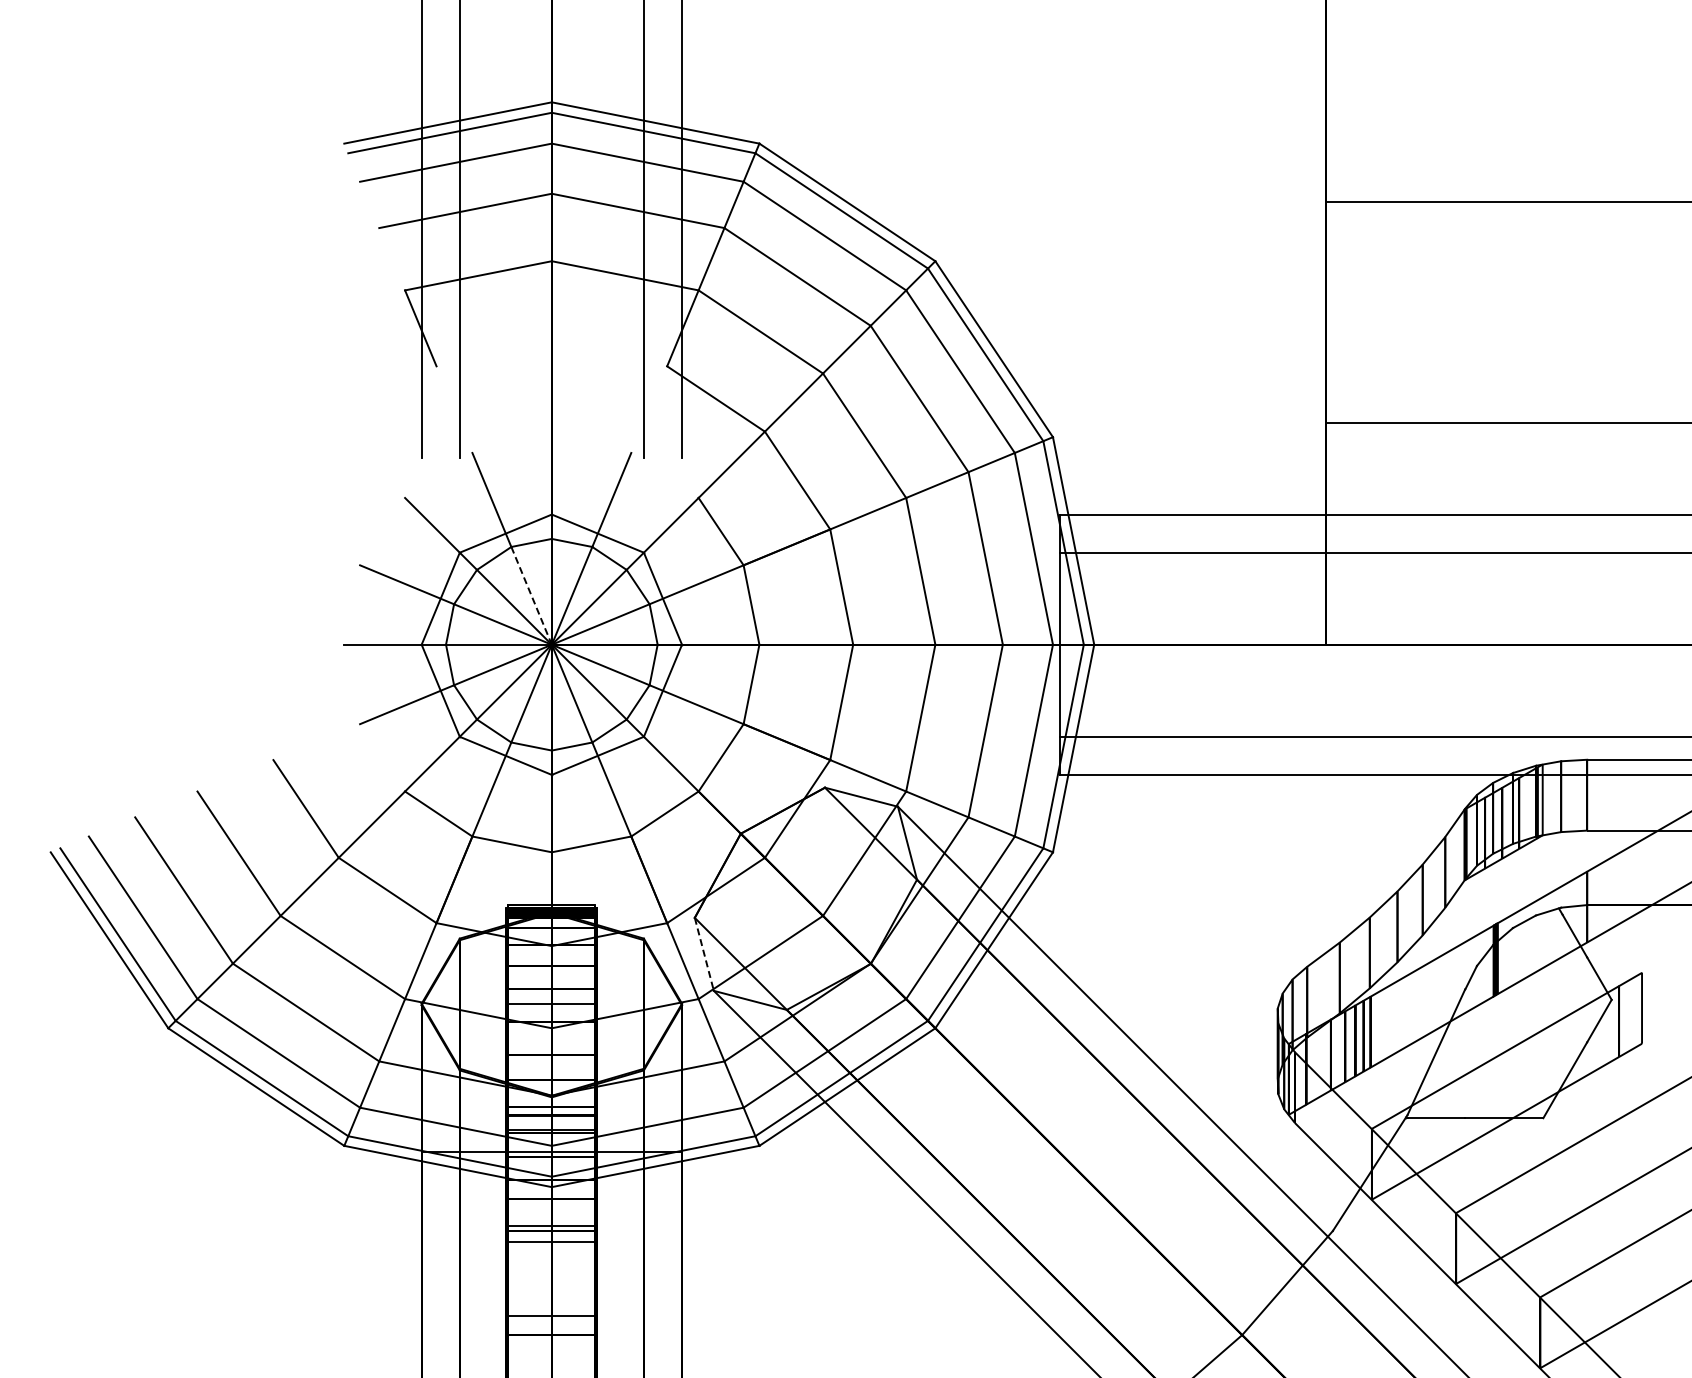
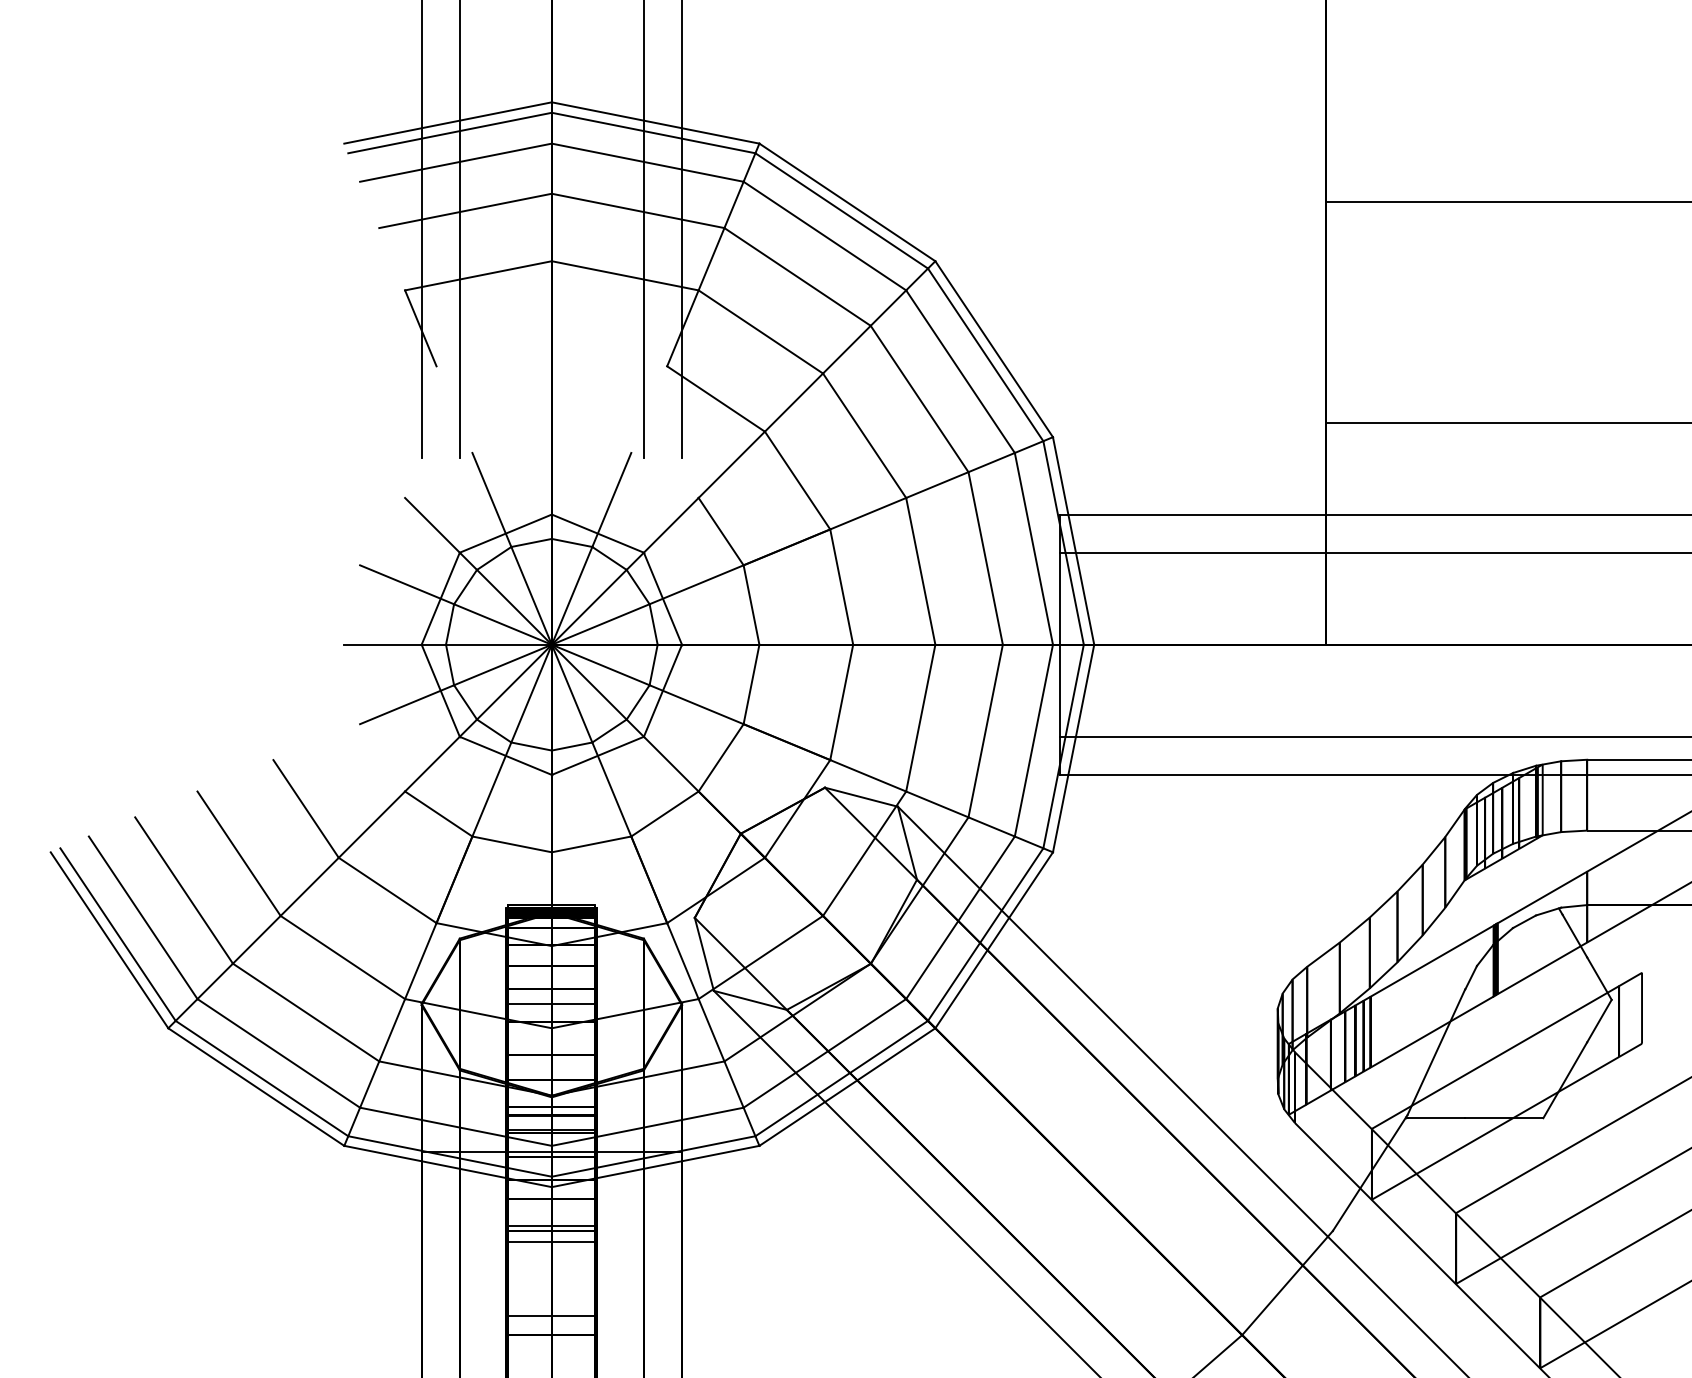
line at (531, 595): dashed -> solid
line at (704, 954): dashed -> solid
